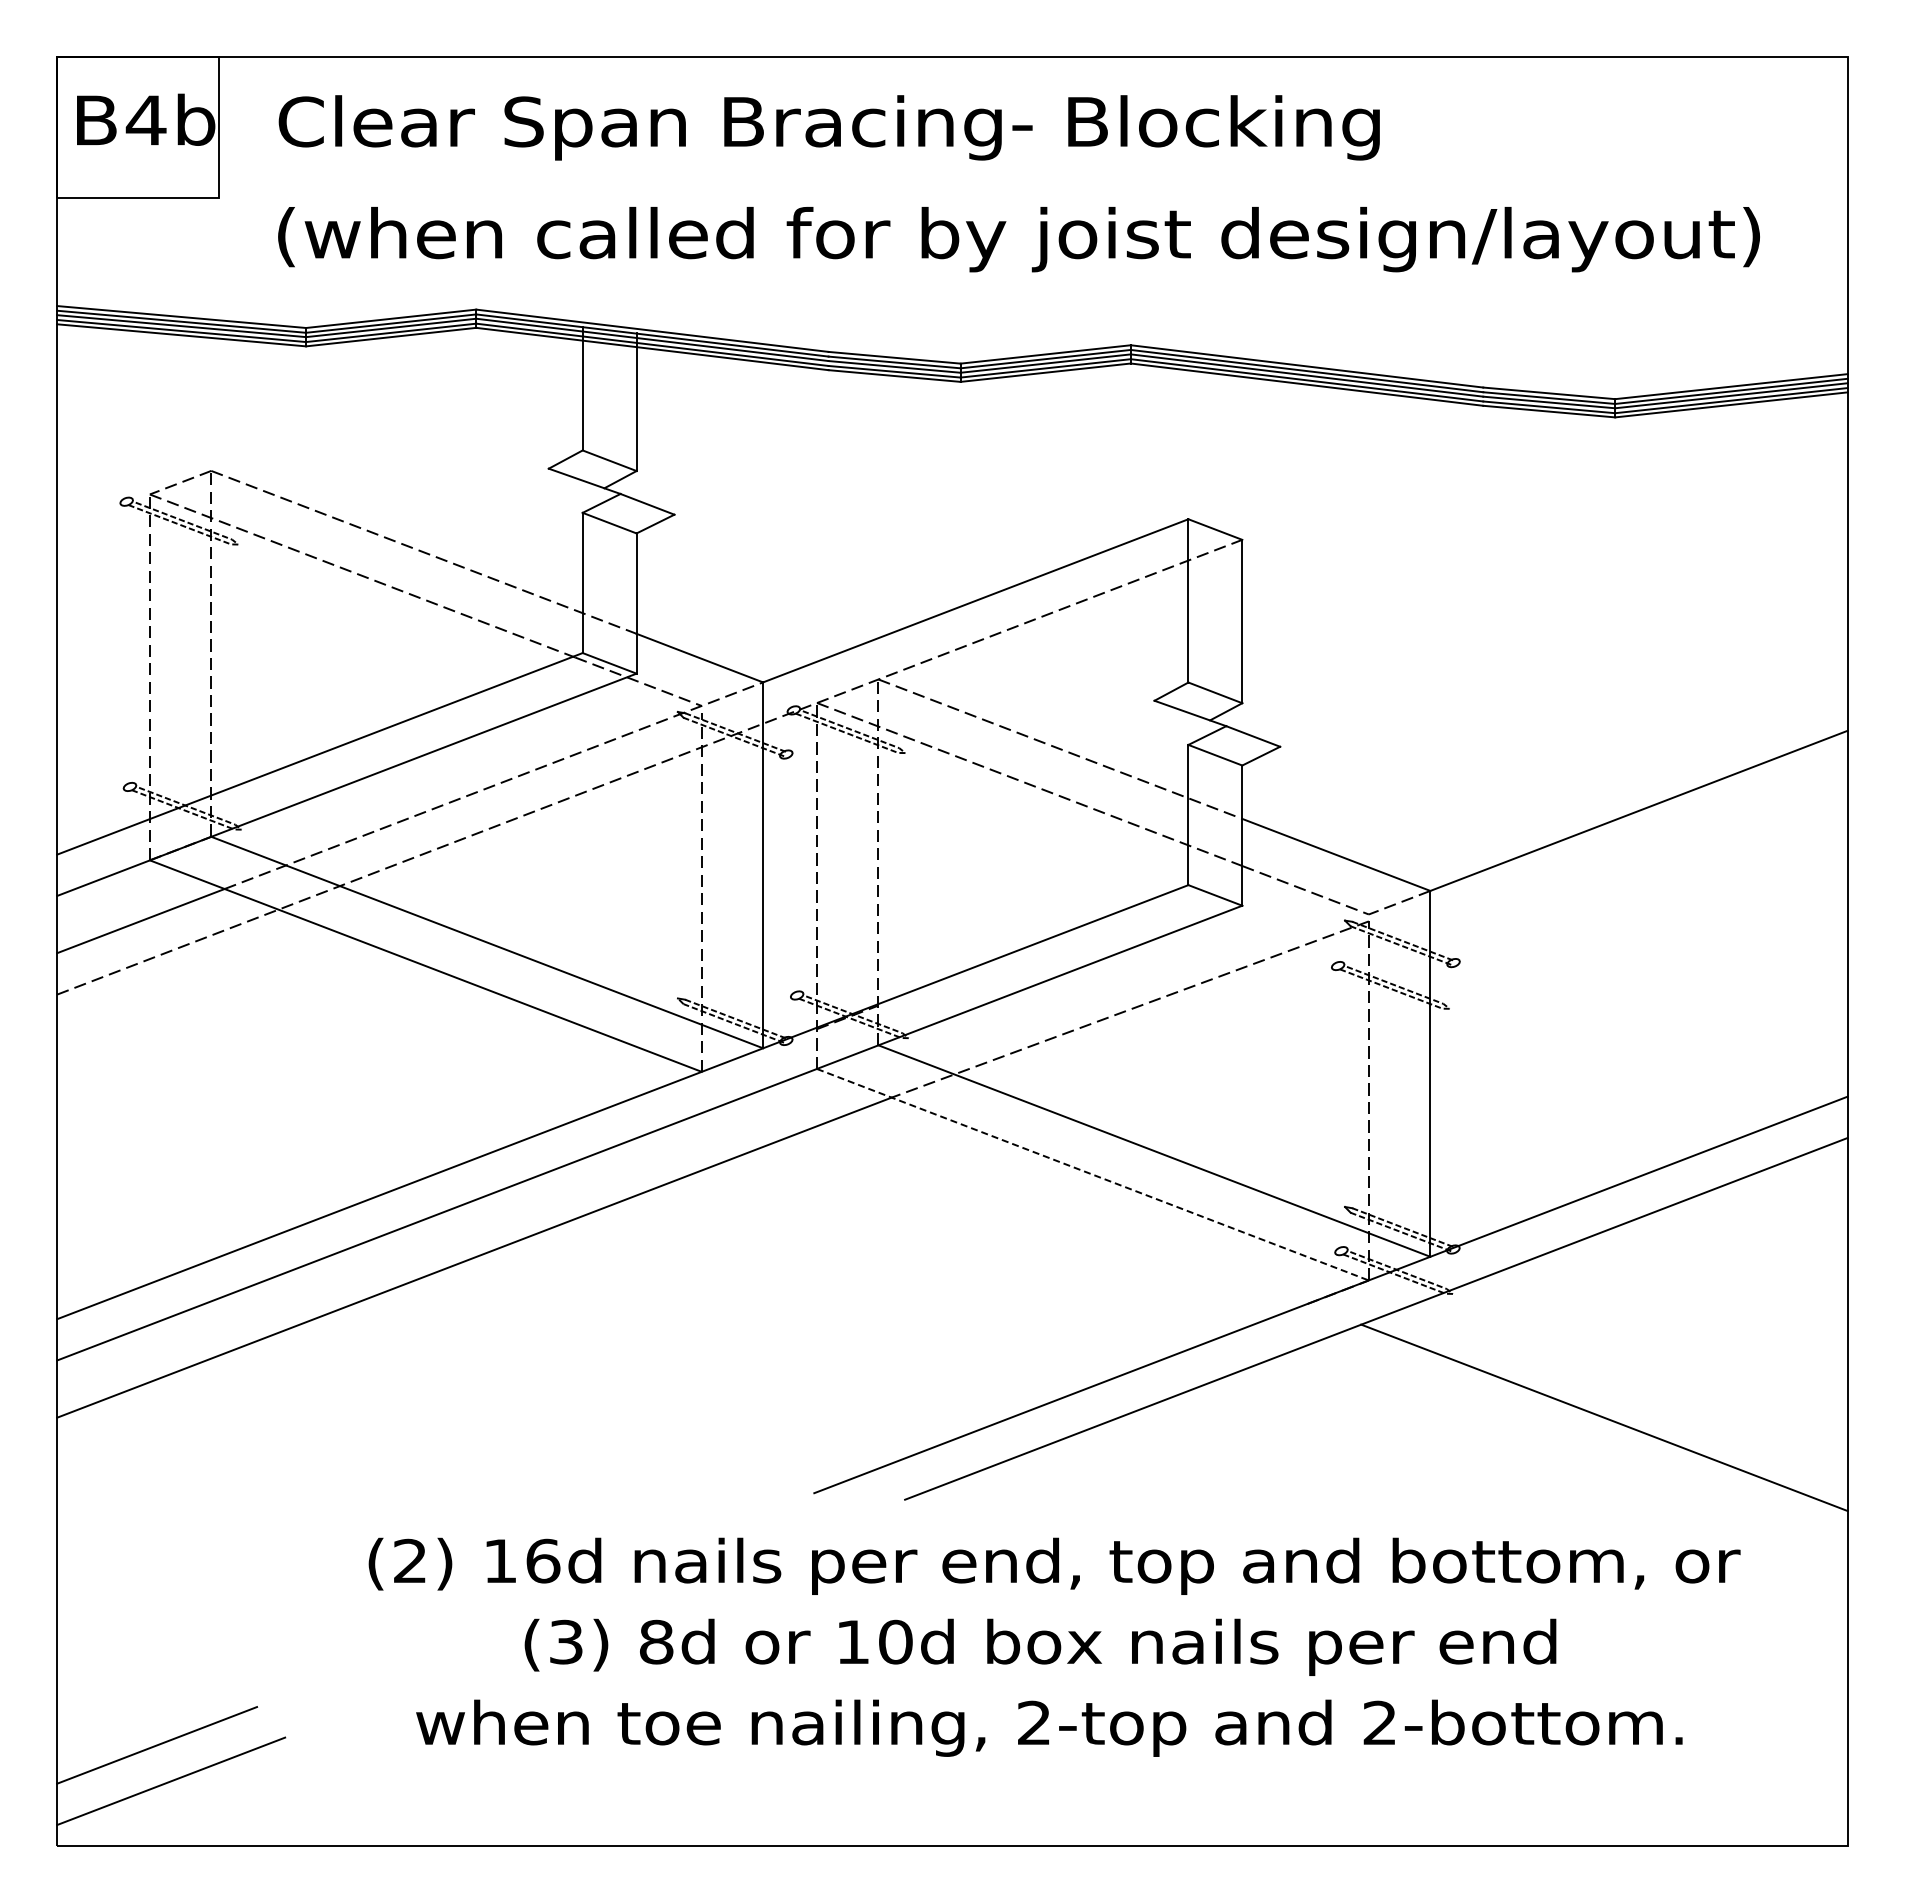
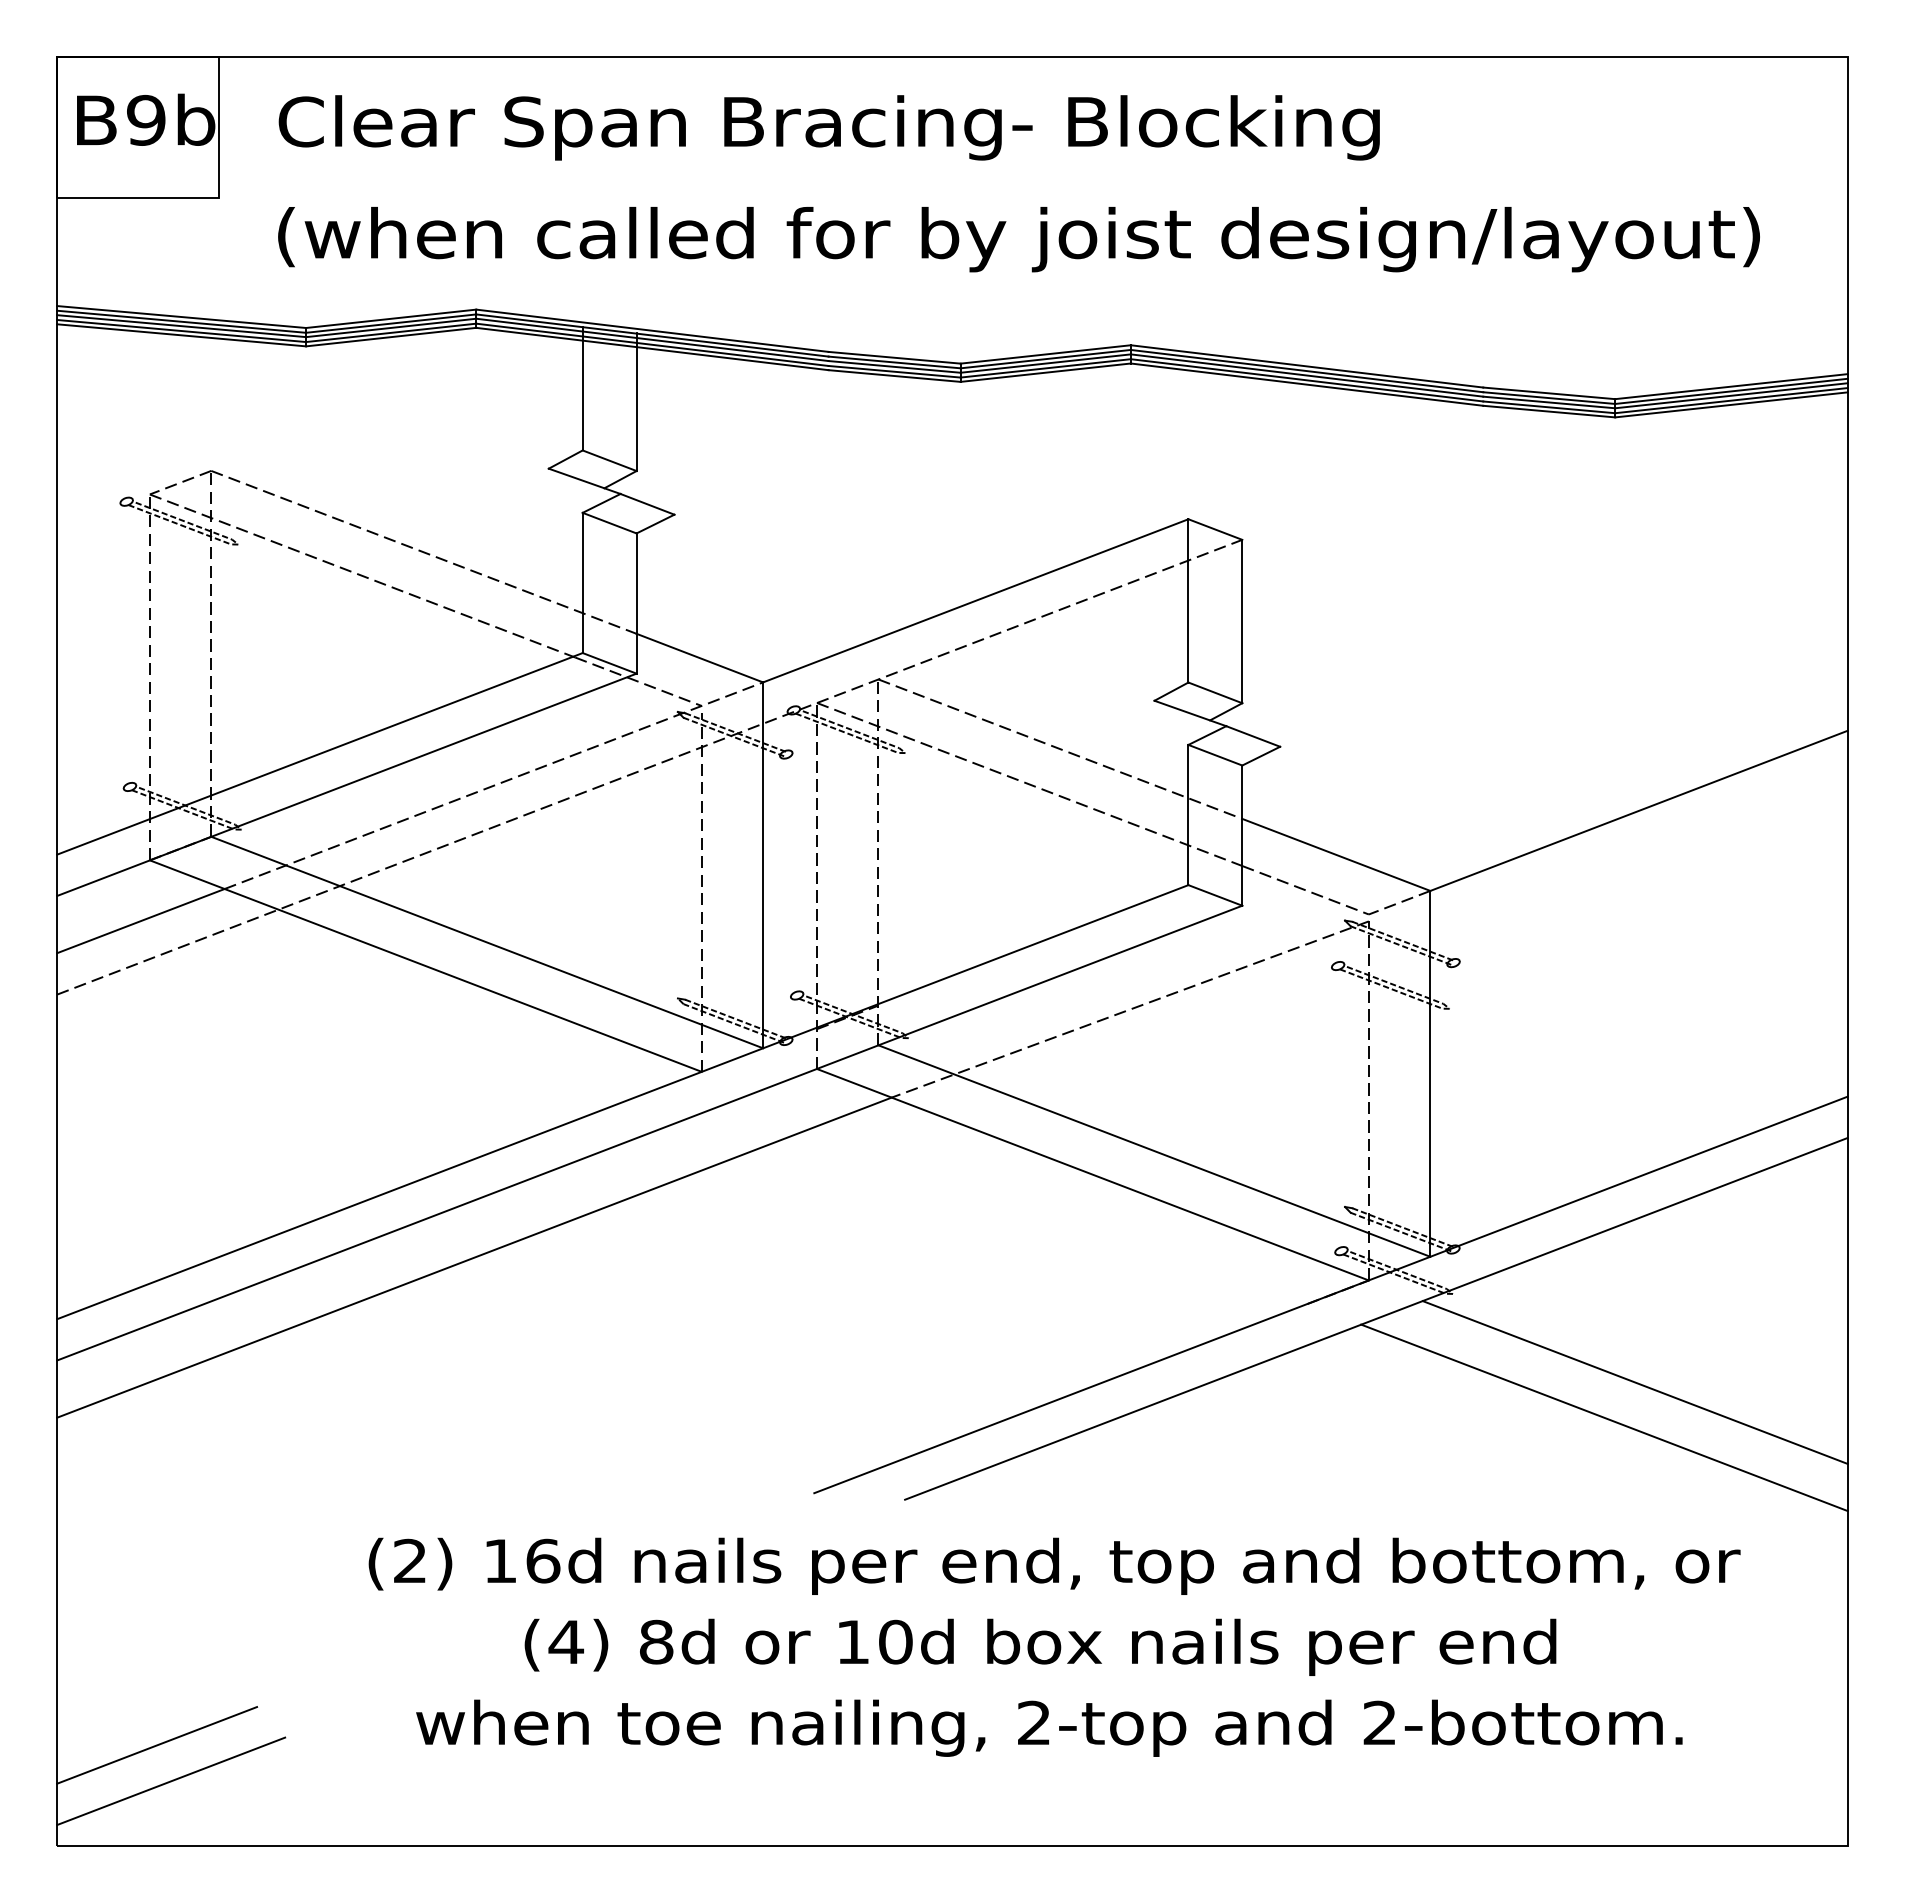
text at (145, 119): B4b -> B9b
line at (1093, 1174): dashed -> solid
line at (1634, 1382): none -> present
text at (566, 1641): (3) -> (4)
